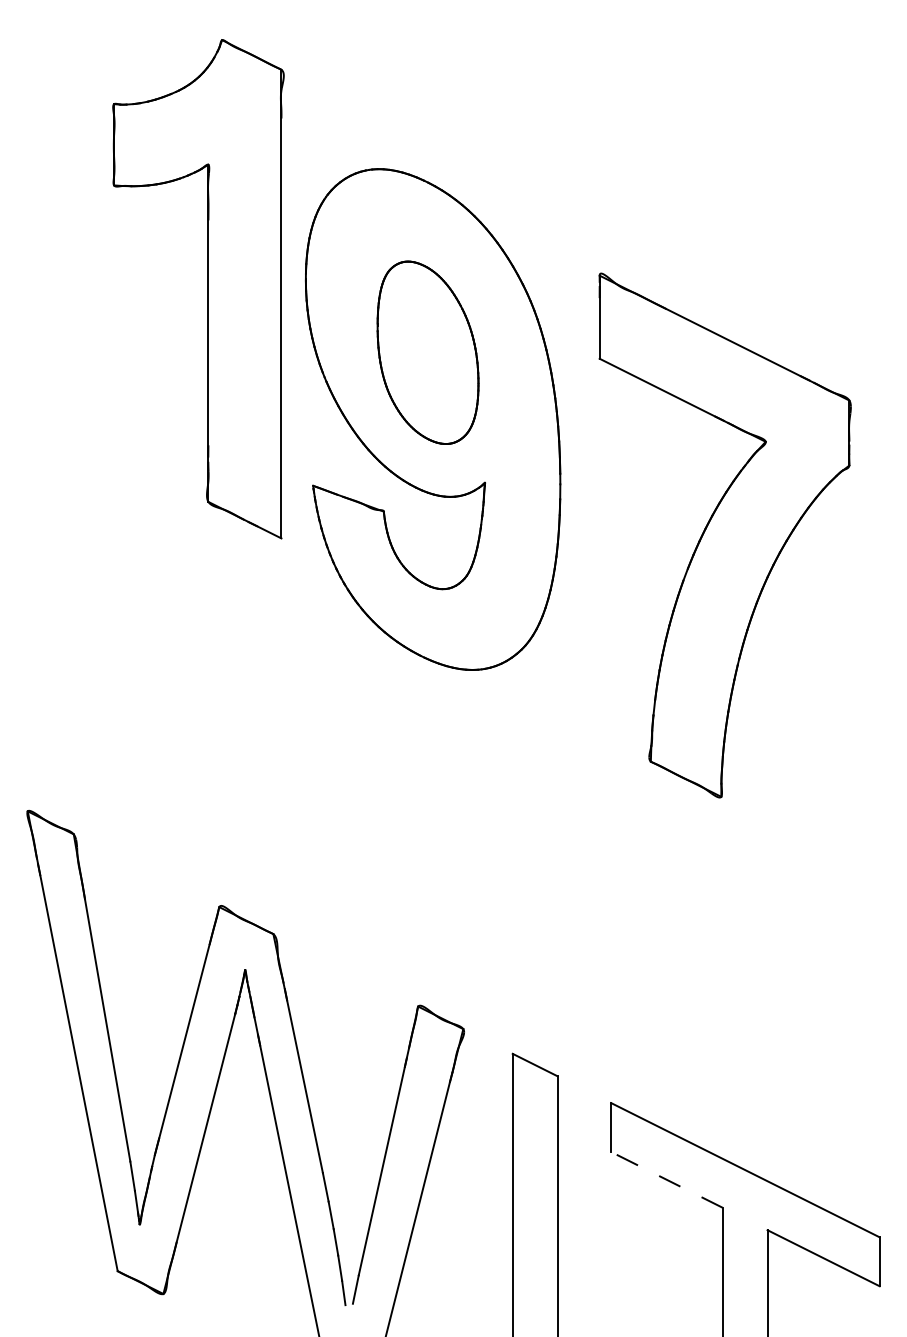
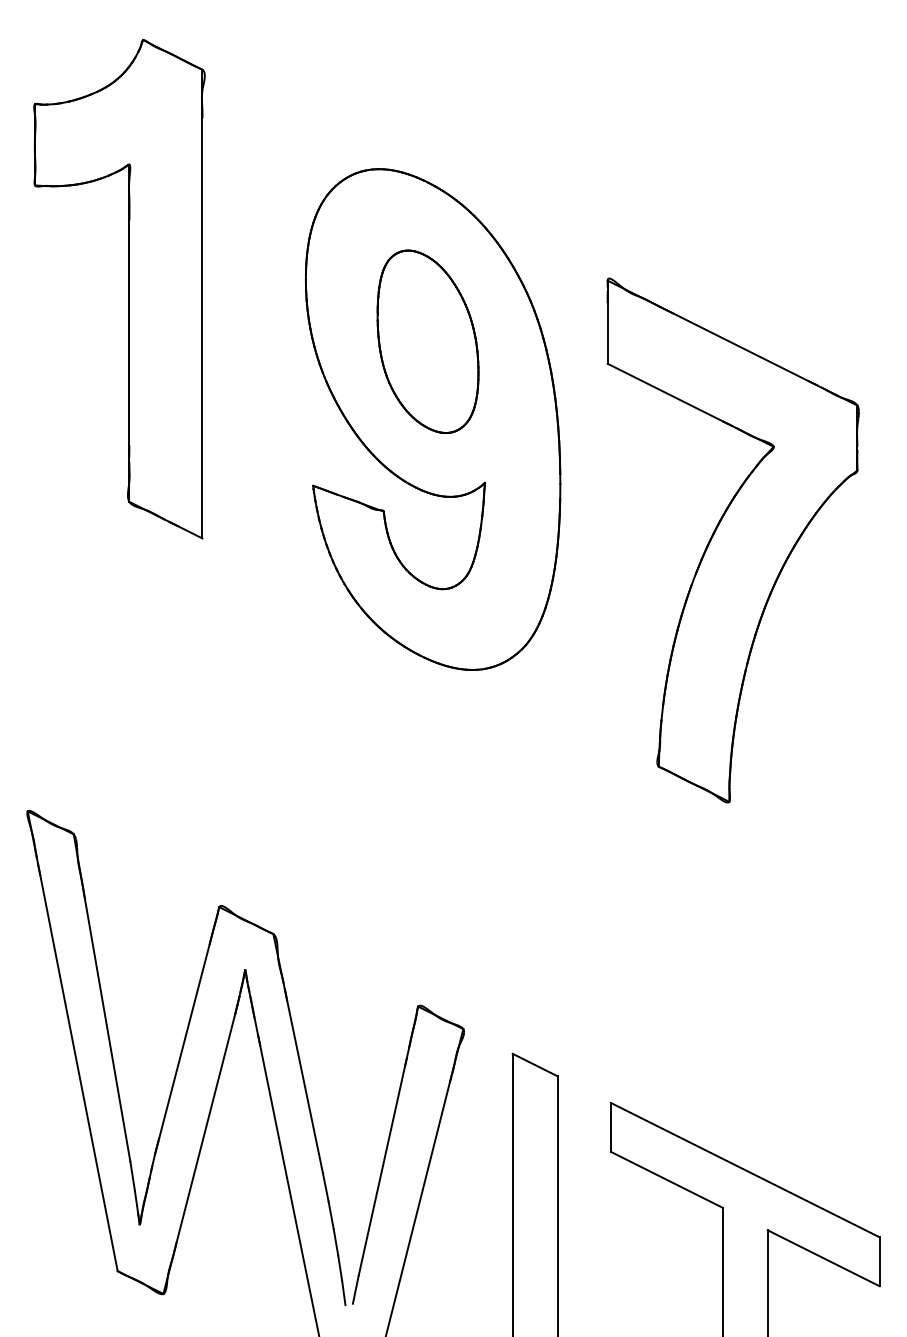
part at (207, 289) position: (207, 289) -> (128, 289)
part at (427, 352) position: (427, 352) -> (427, 341)
part at (724, 535) position: (724, 535) -> (732, 540)
line at (666, 1179): dashed -> solid
